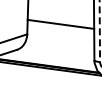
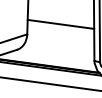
line at (99, 31): dashed -> solid
line at (50, 83): none -> present
